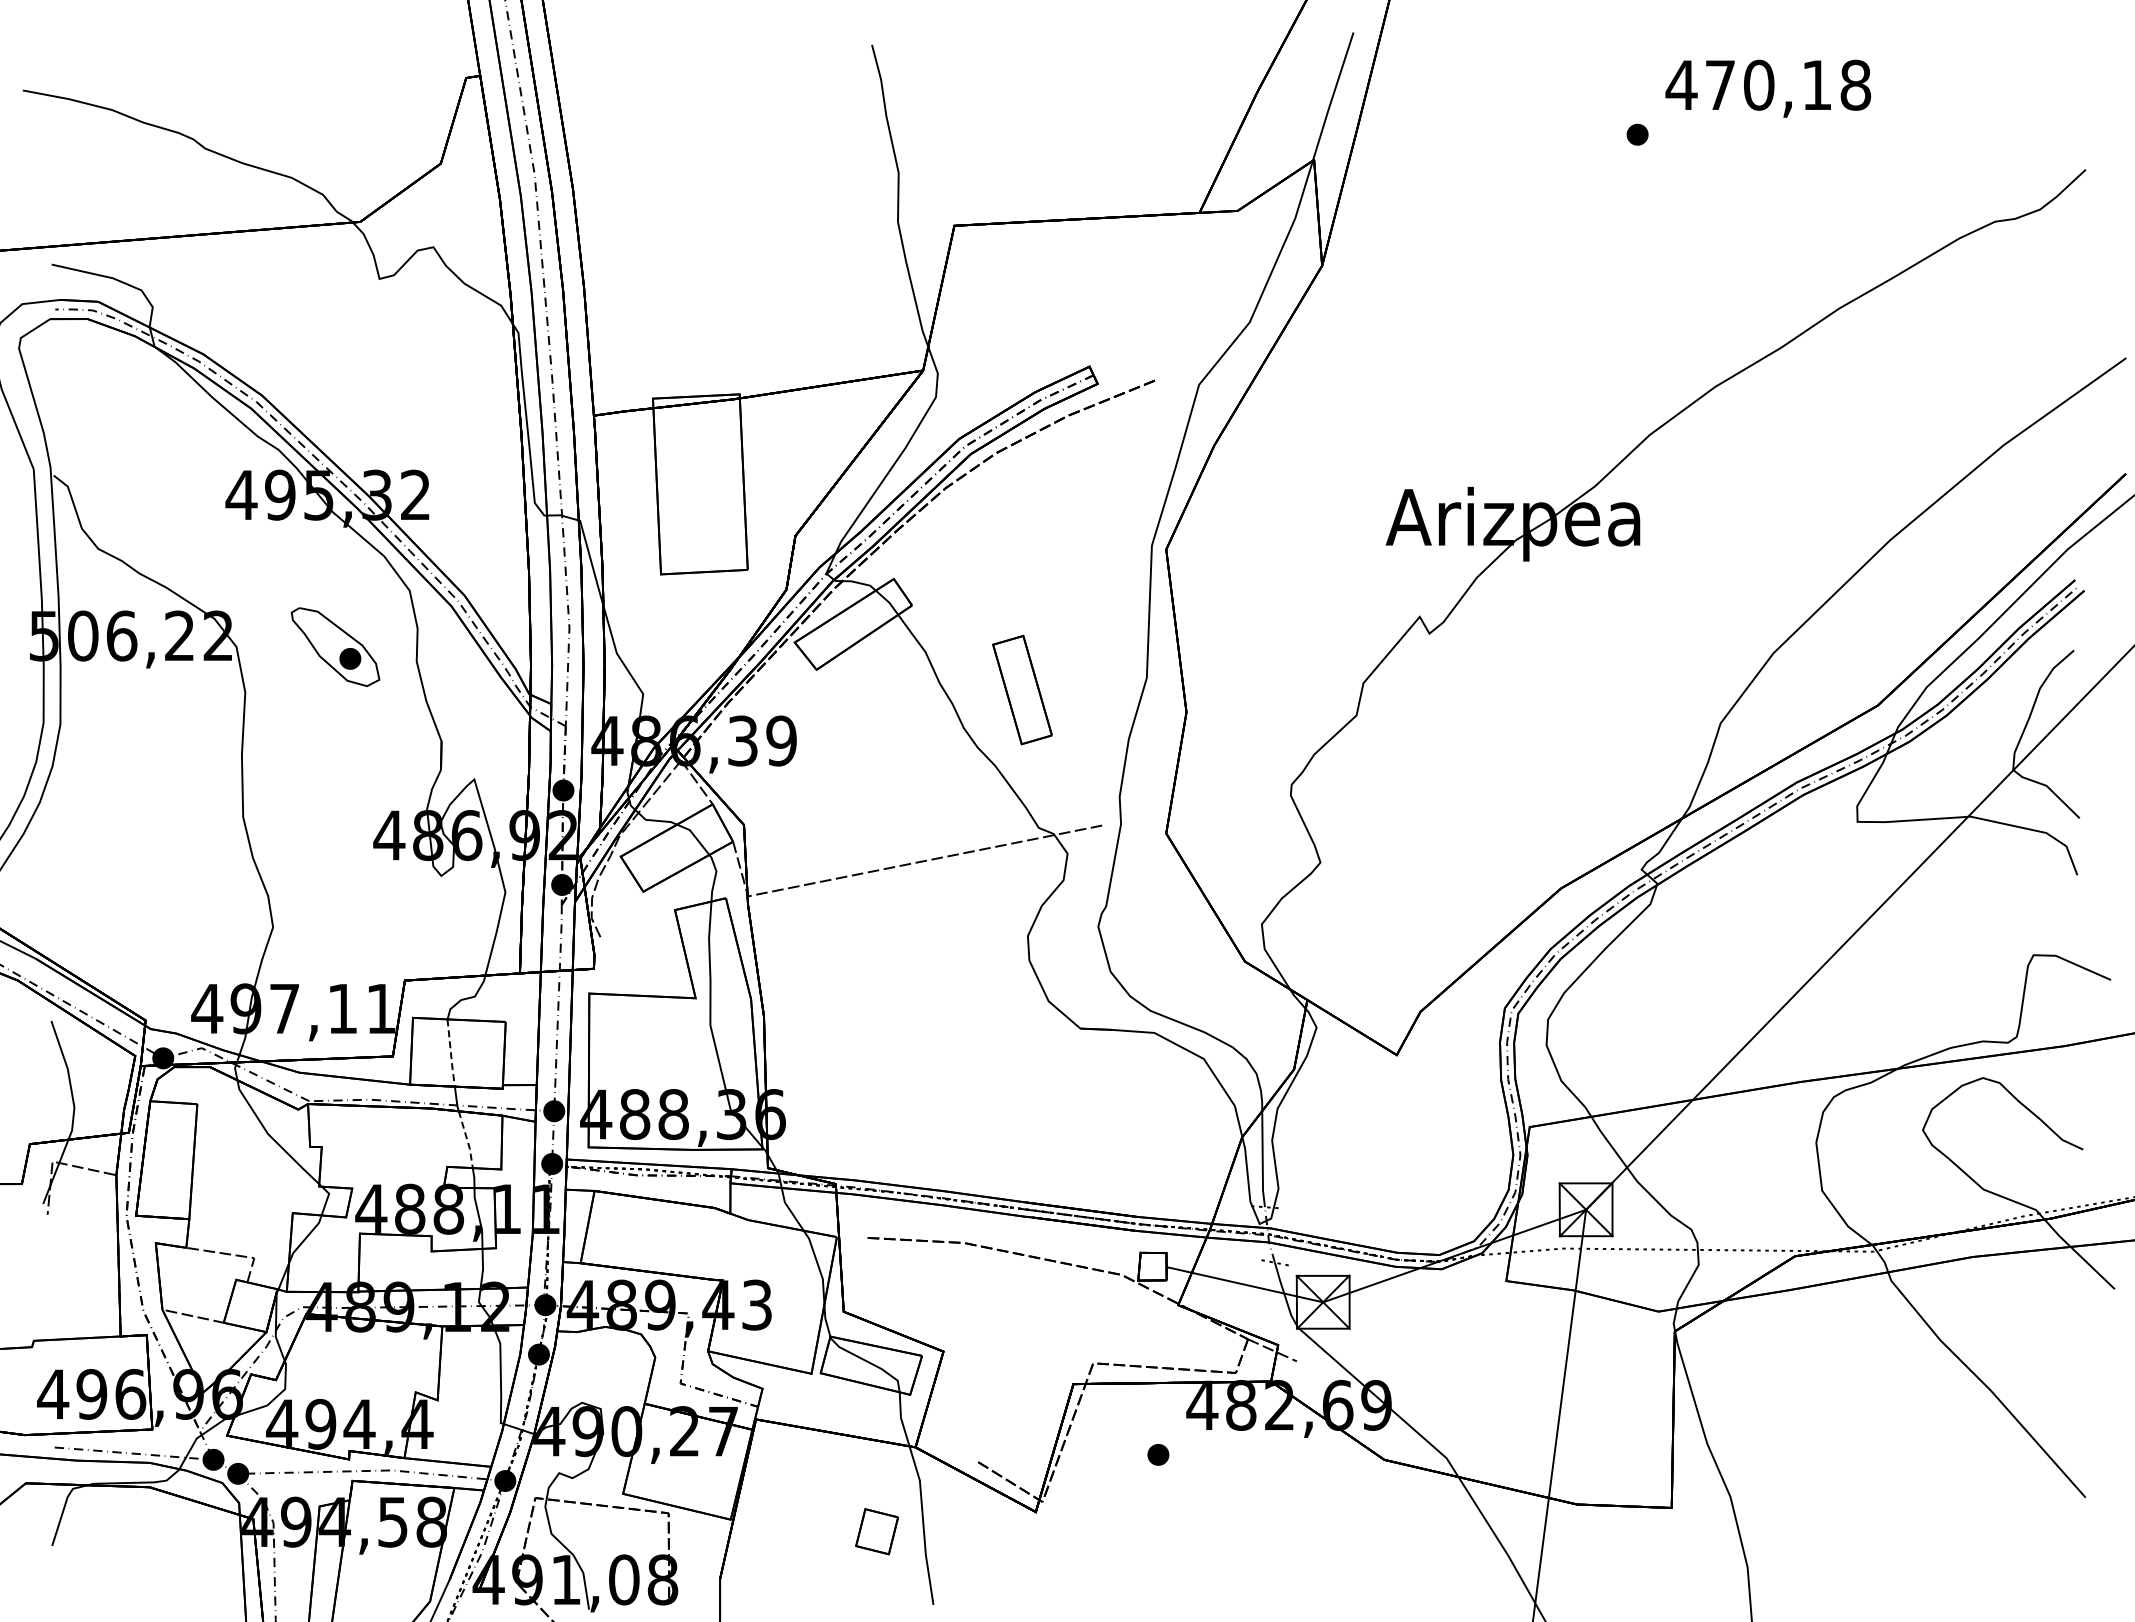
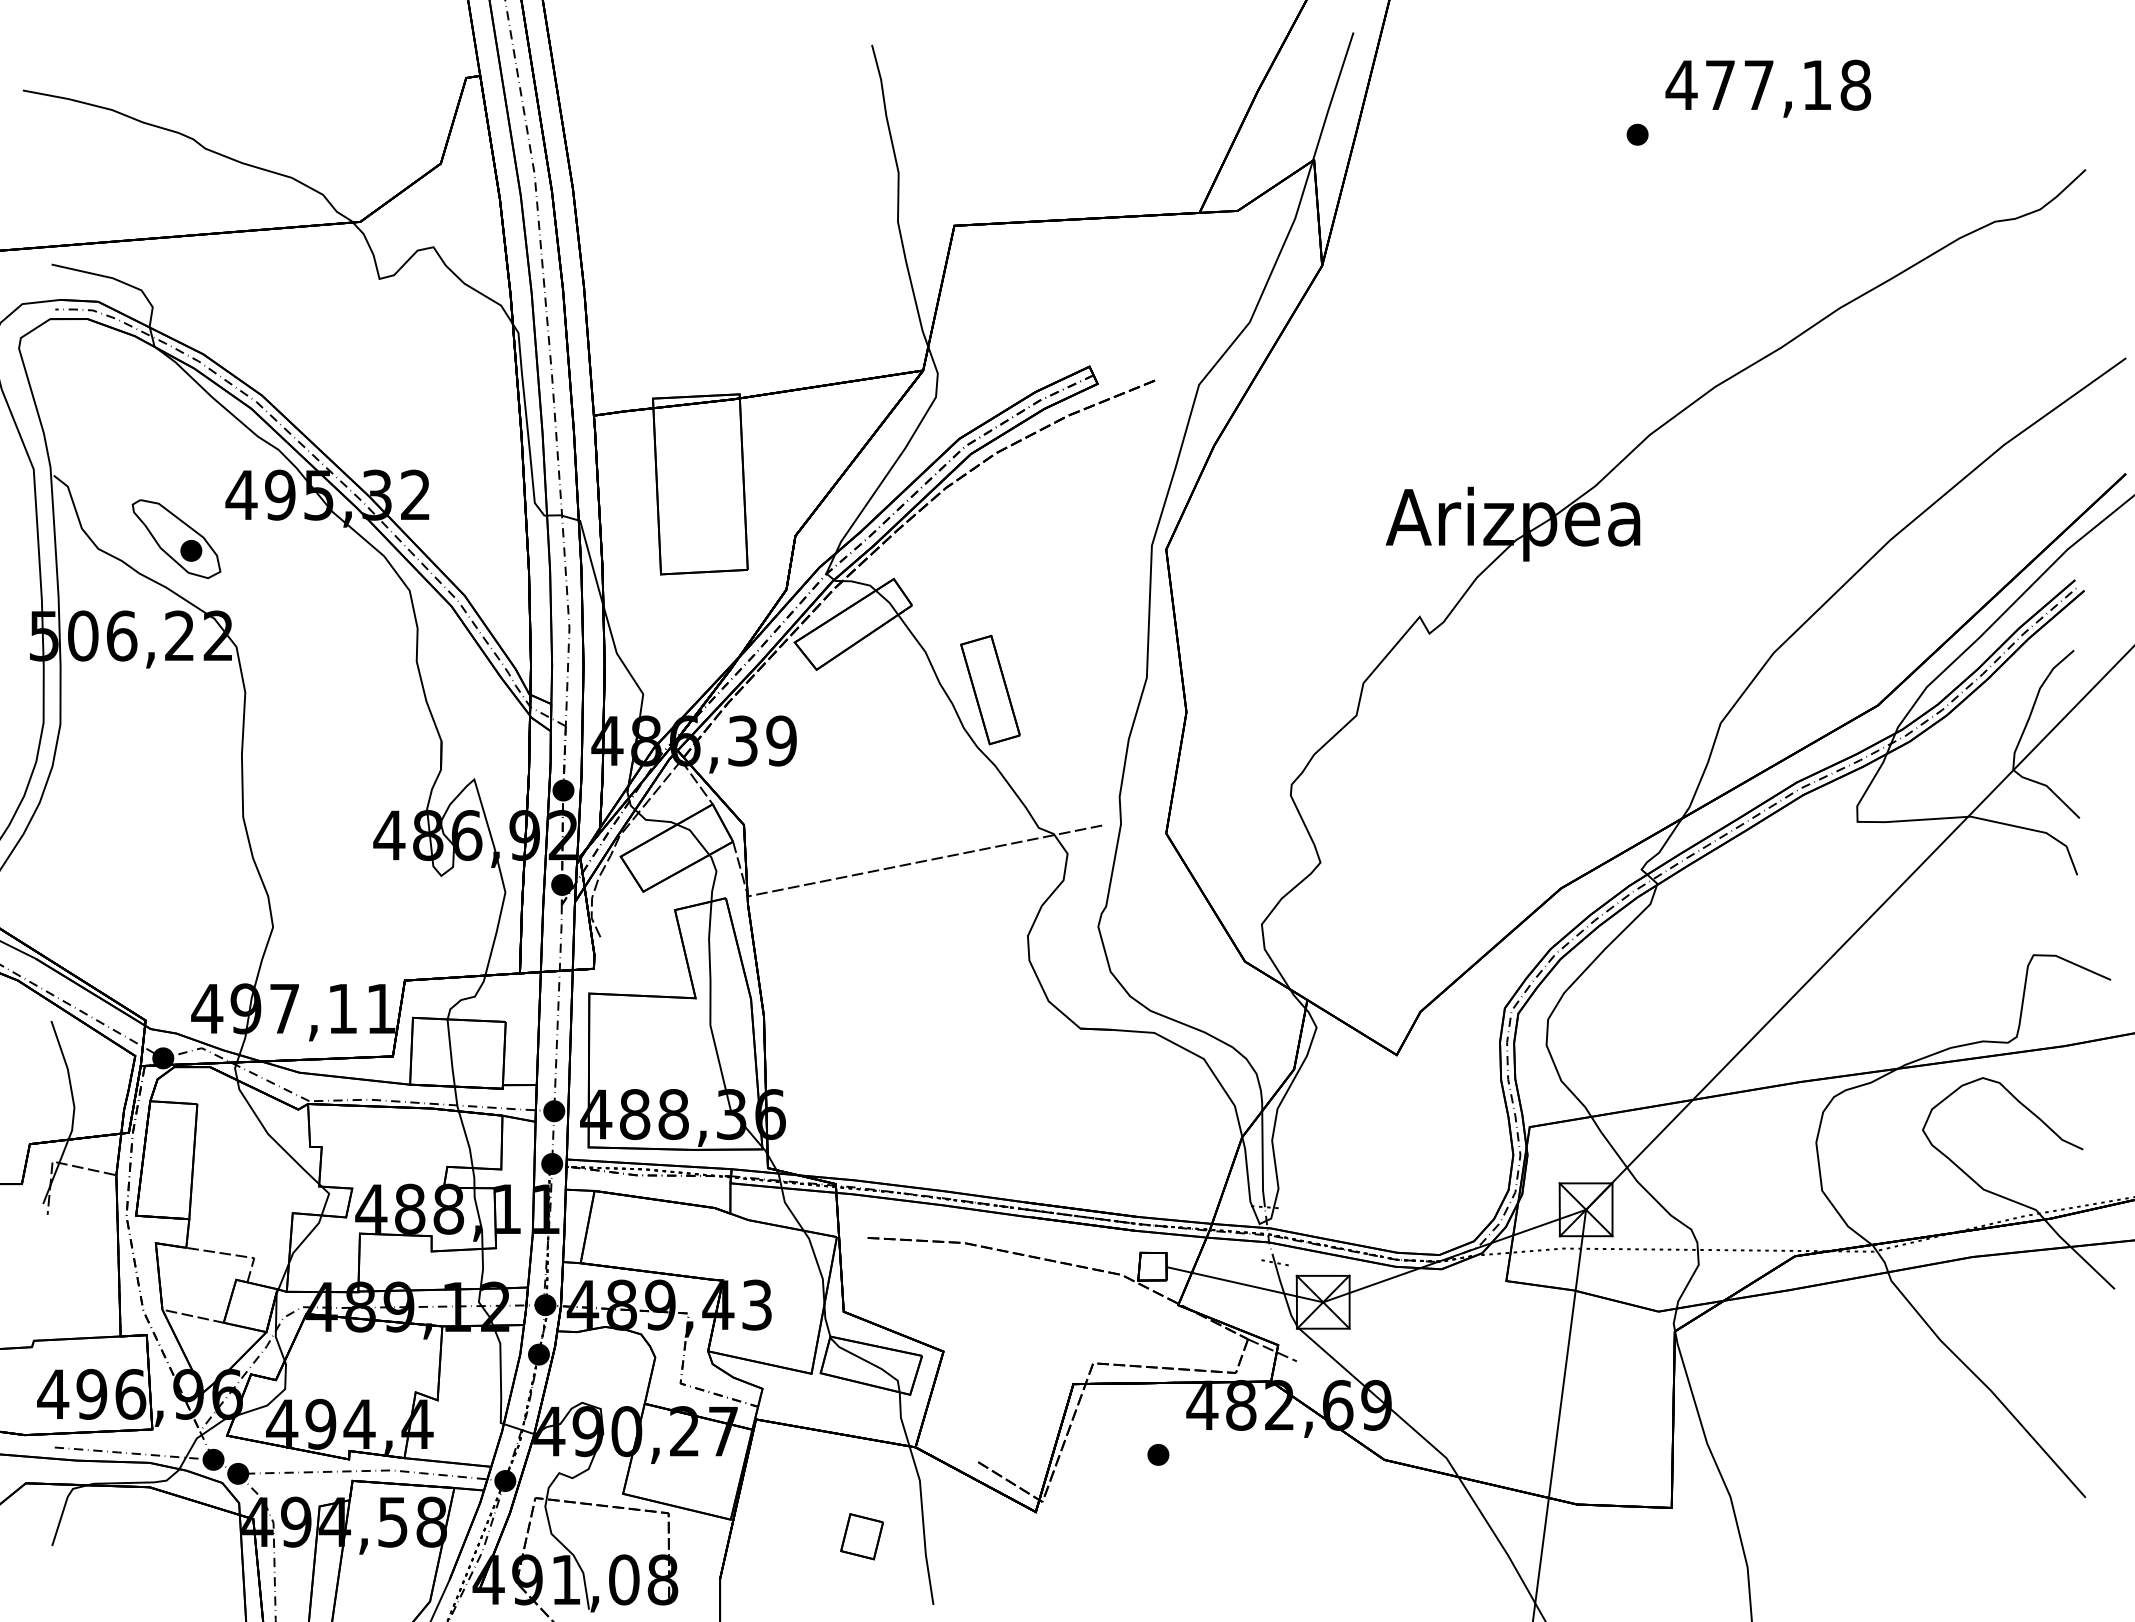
text at (1759, 84): 470,18 -> 477,18
part at (335, 646) position: (335, 646) -> (176, 538)
part at (1022, 689) position: (1022, 689) -> (990, 689)
line at (450, 1053): dashed -> solid
line at (467, 1140): dashed -> solid
part at (876, 1531) position: (876, 1531) -> (861, 1536)
